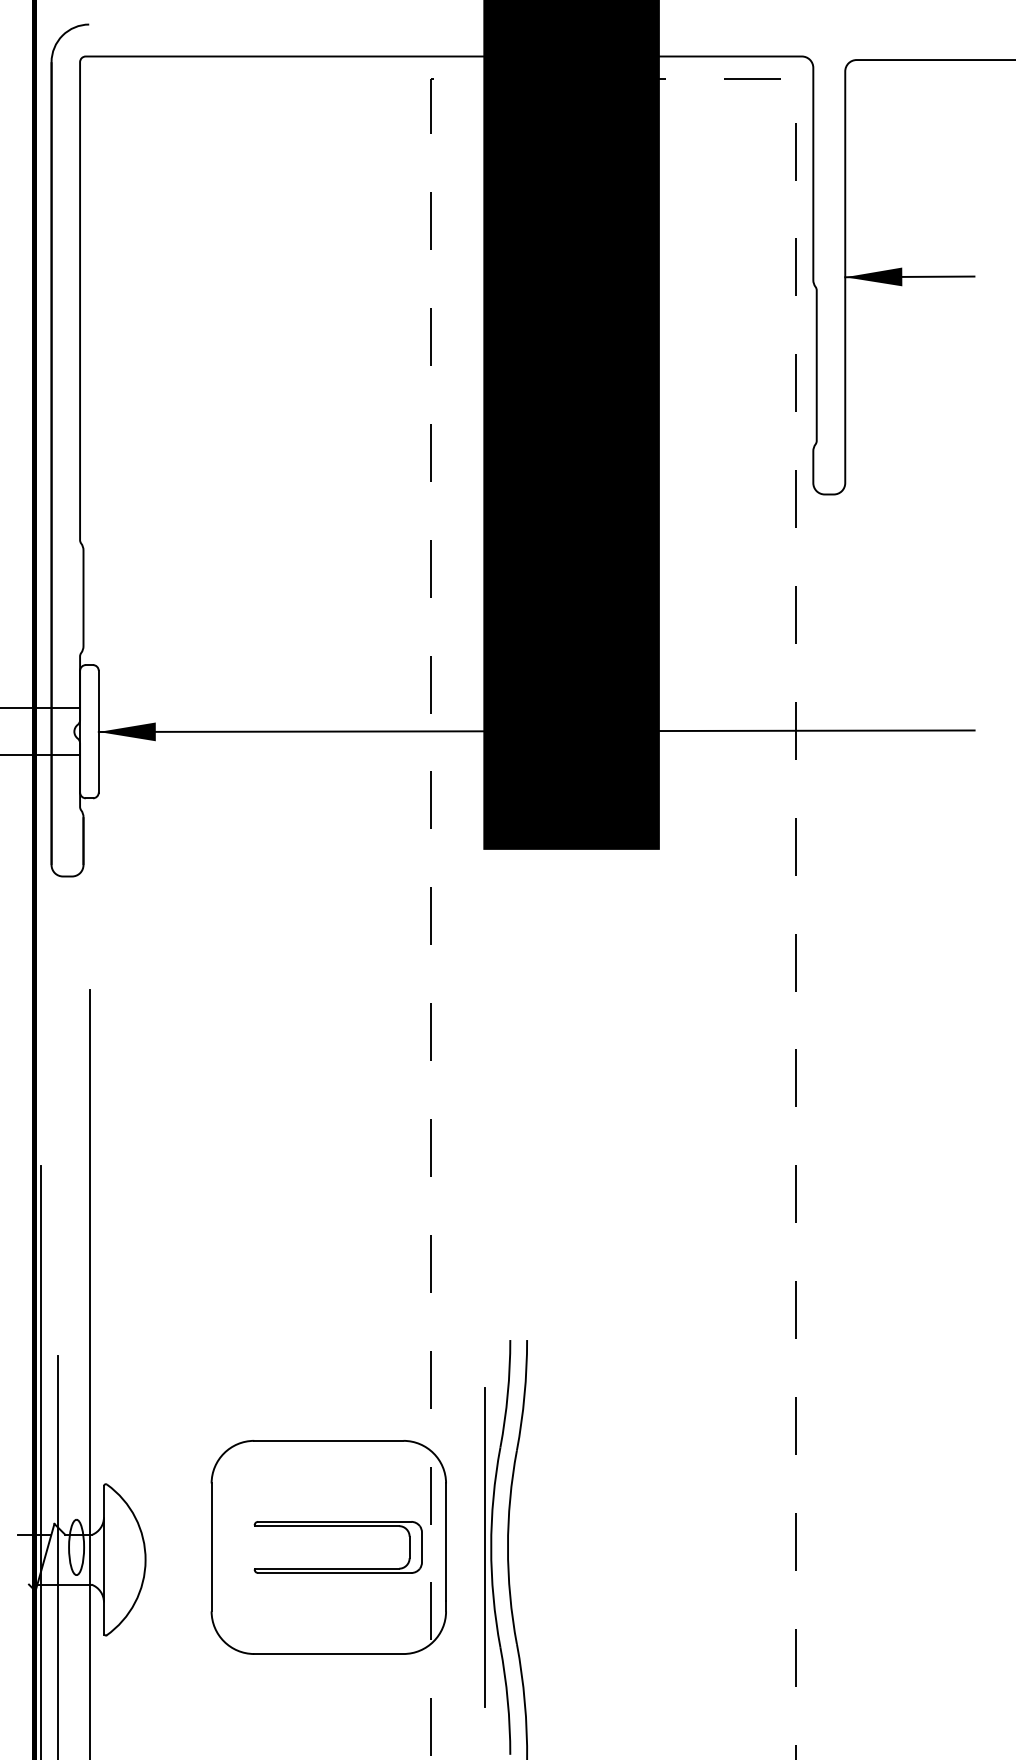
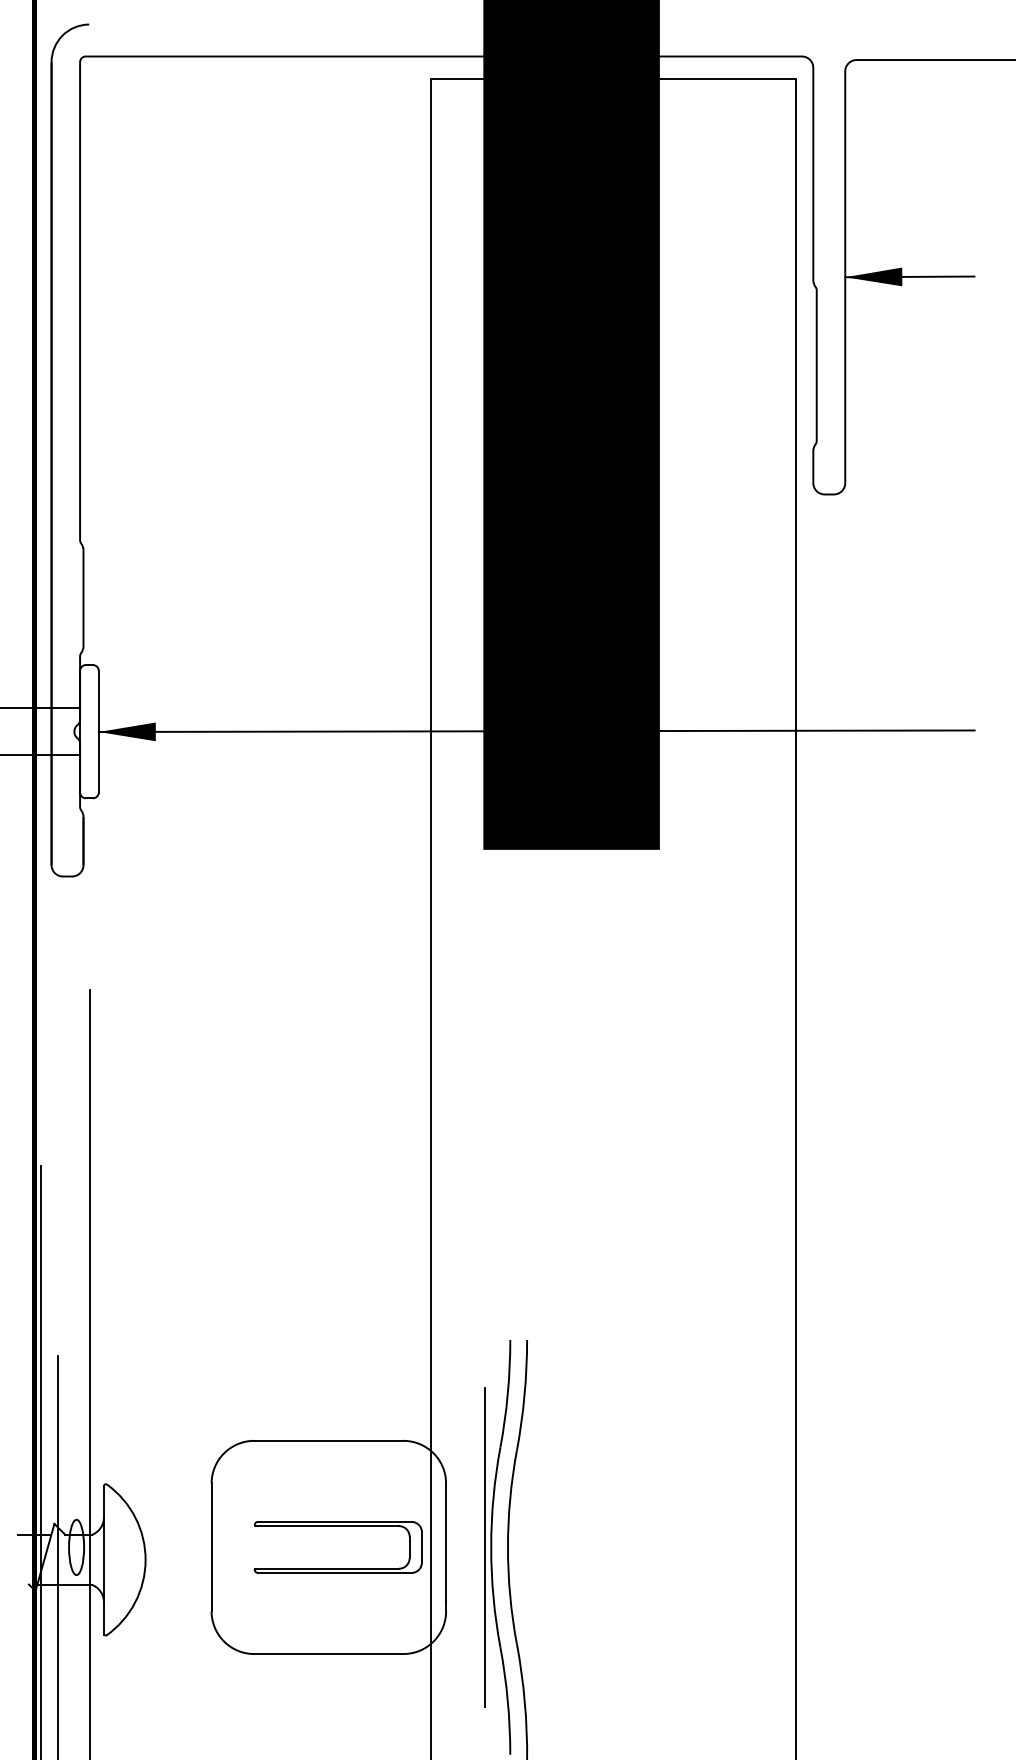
line at (613, 79): dashed -> solid
